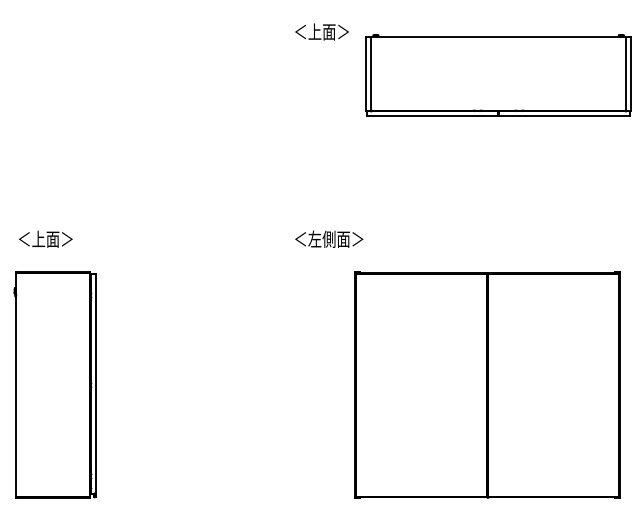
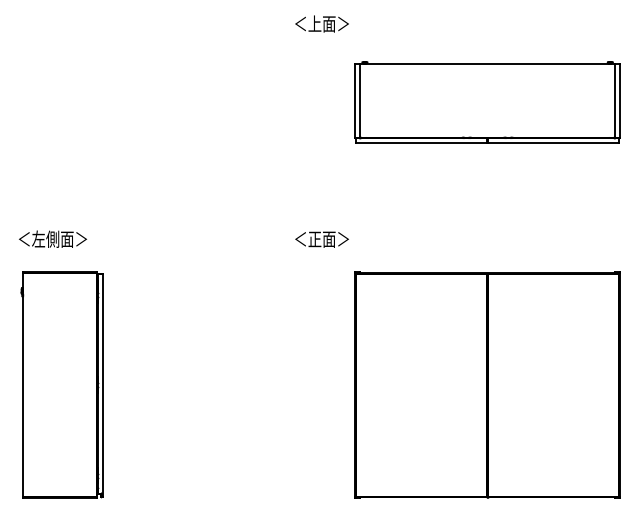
text at (321, 31) position: (321, 31) -> (321, 23)
part at (498, 75) position: (498, 75) -> (487, 102)
text at (59, 238): ＜上面＞ -> ＜左側面＞
text at (335, 238): ＜左側面＞ -> ＜正面＞
part at (54, 384) position: (54, 384) -> (61, 384)
